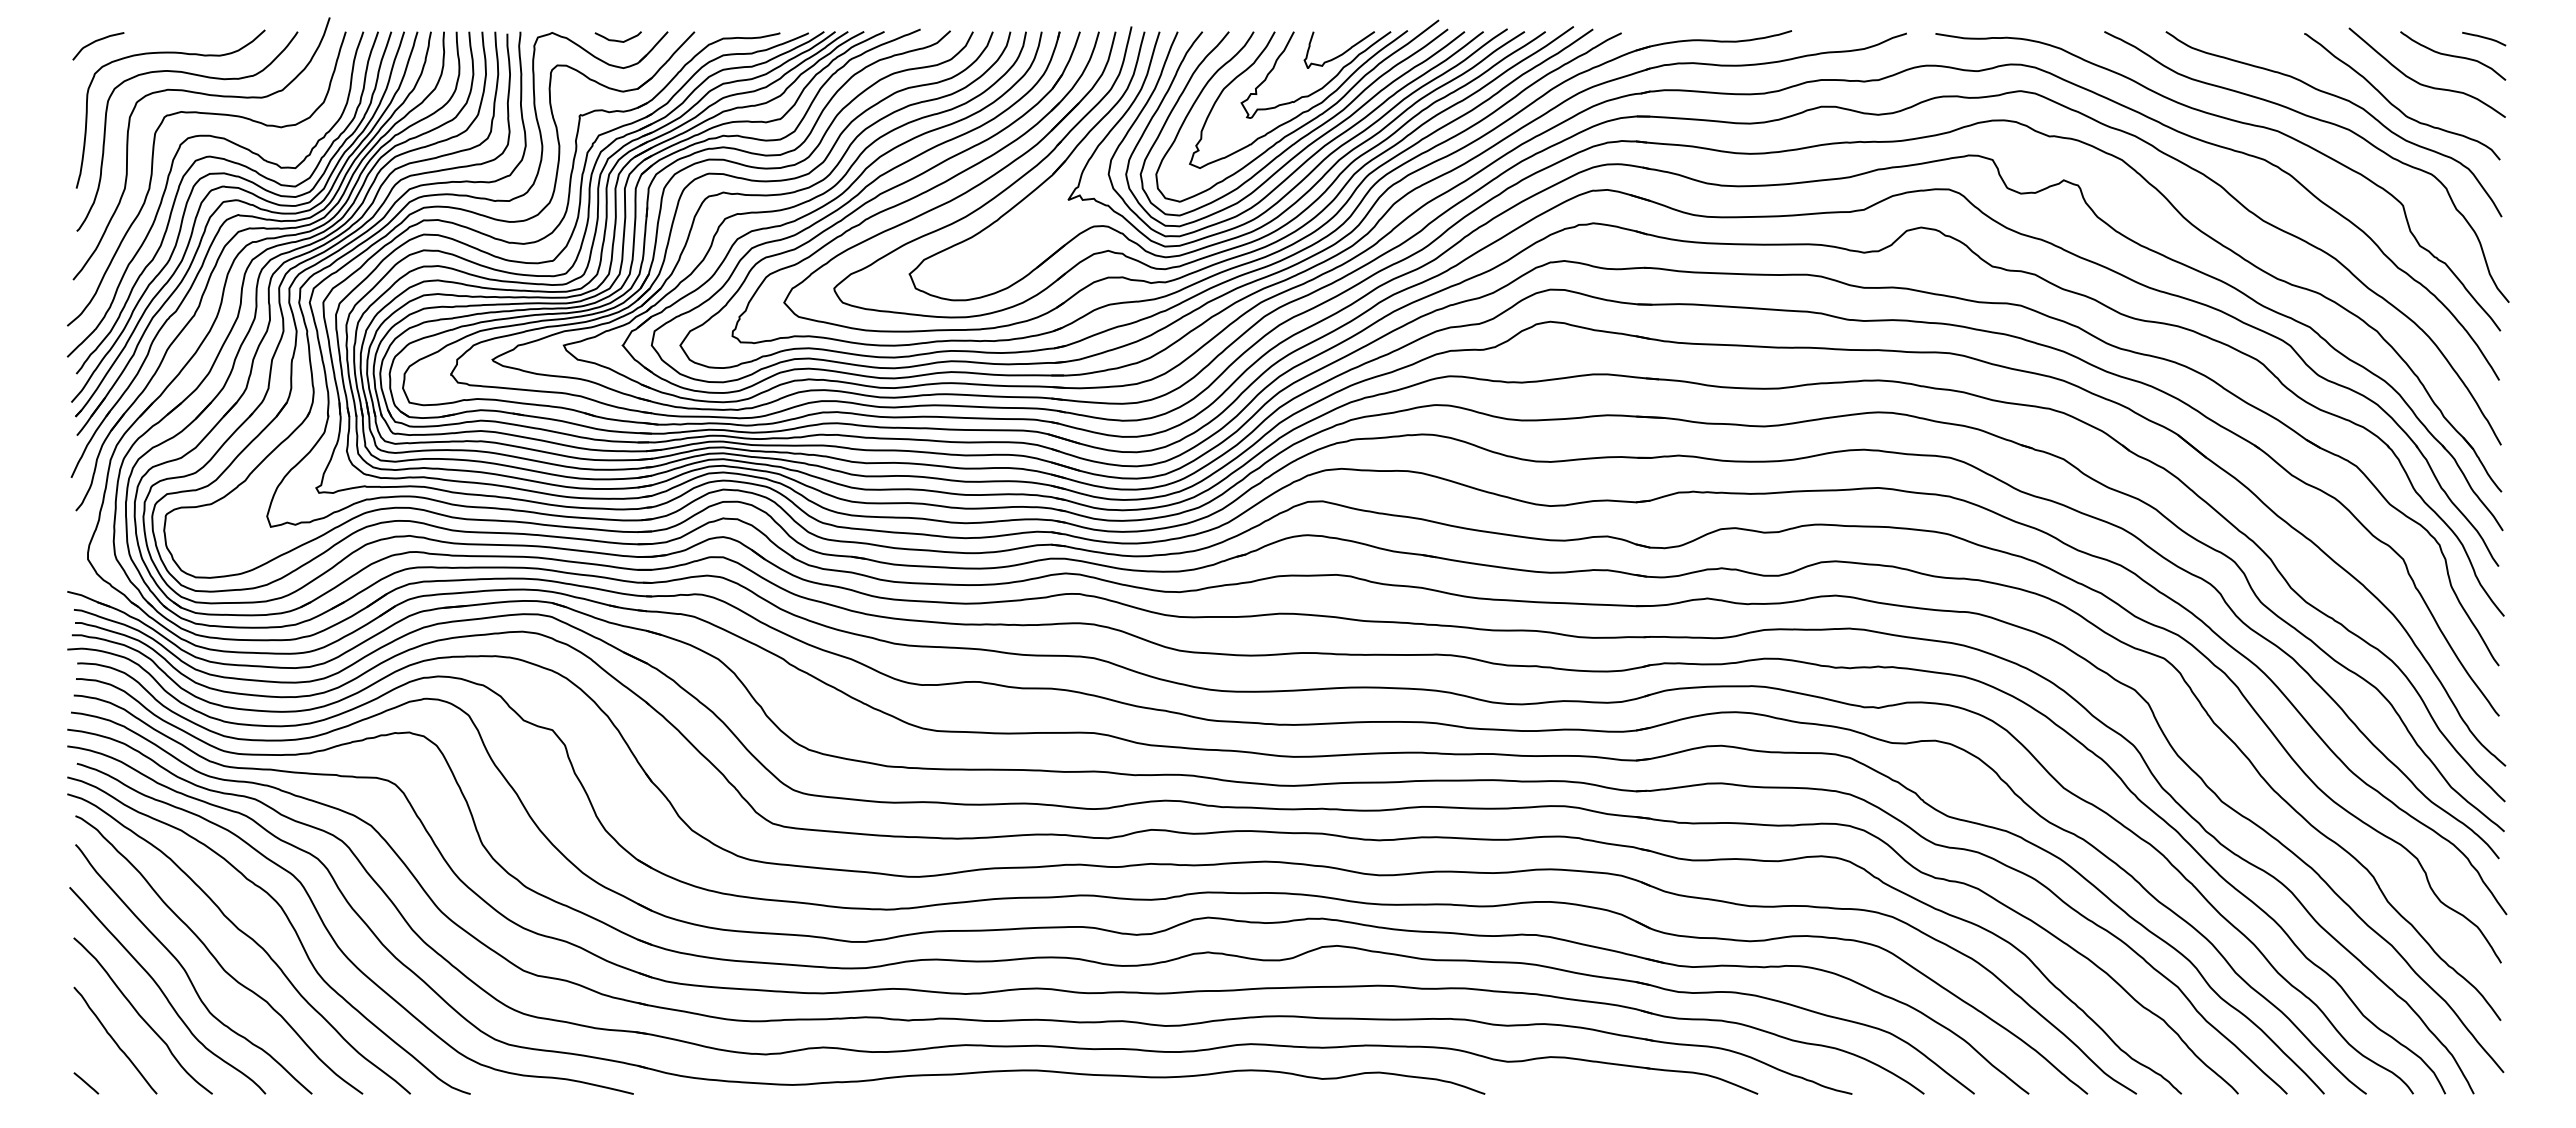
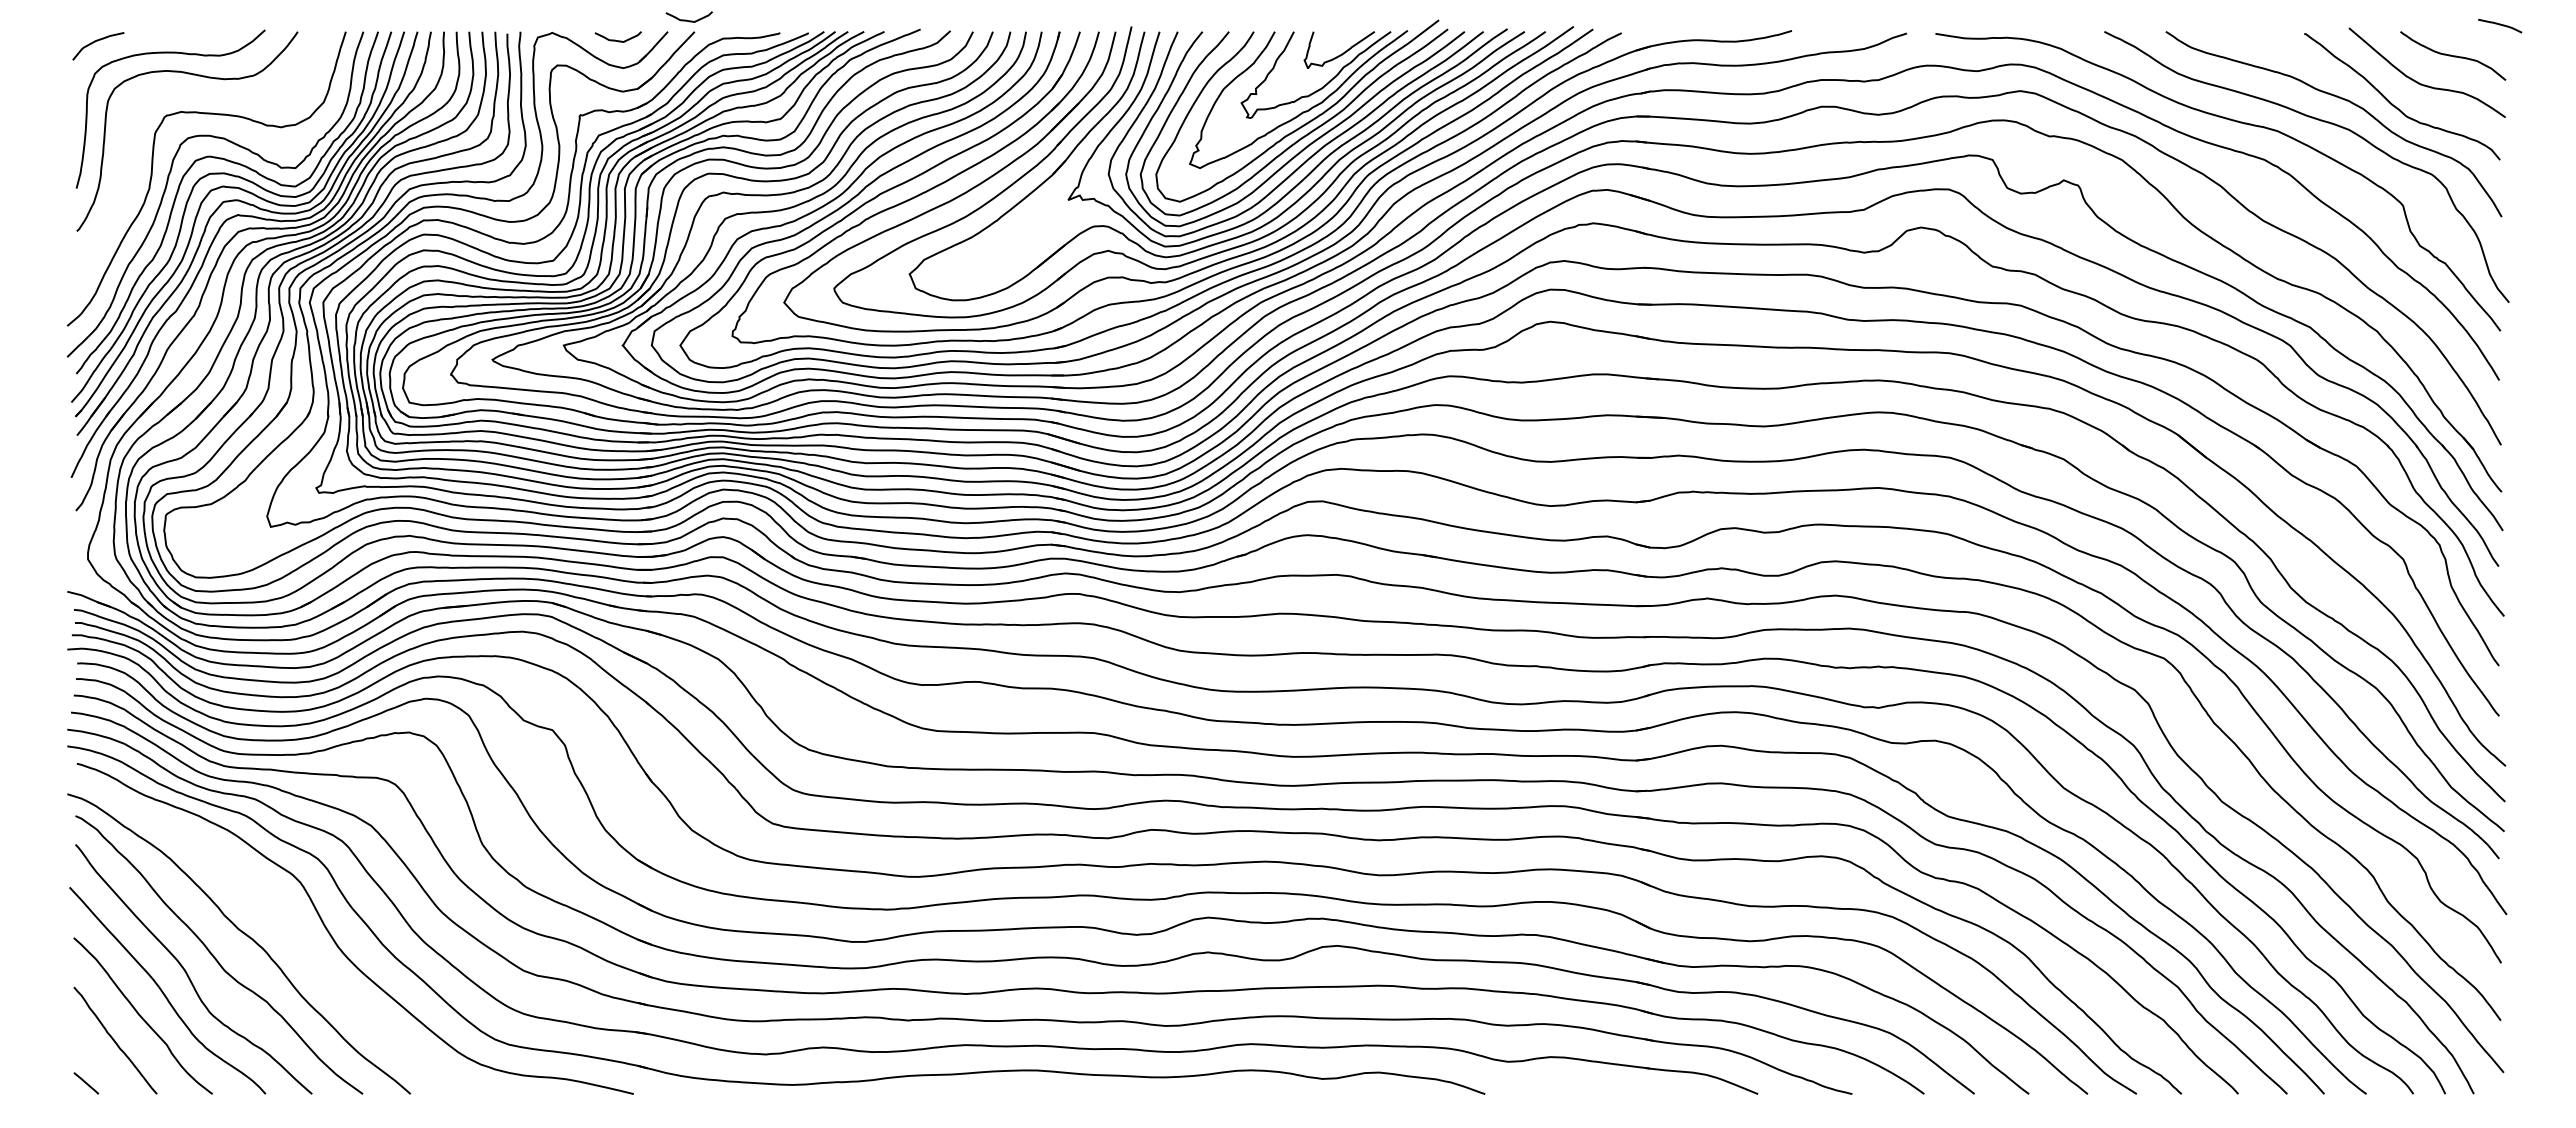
curve at (686, 19): none -> present
curve at (2484, 38) position: (2484, 38) -> (2500, 25)
curve at (211, 96): present -> none
curve at (289, 923): present -> none
